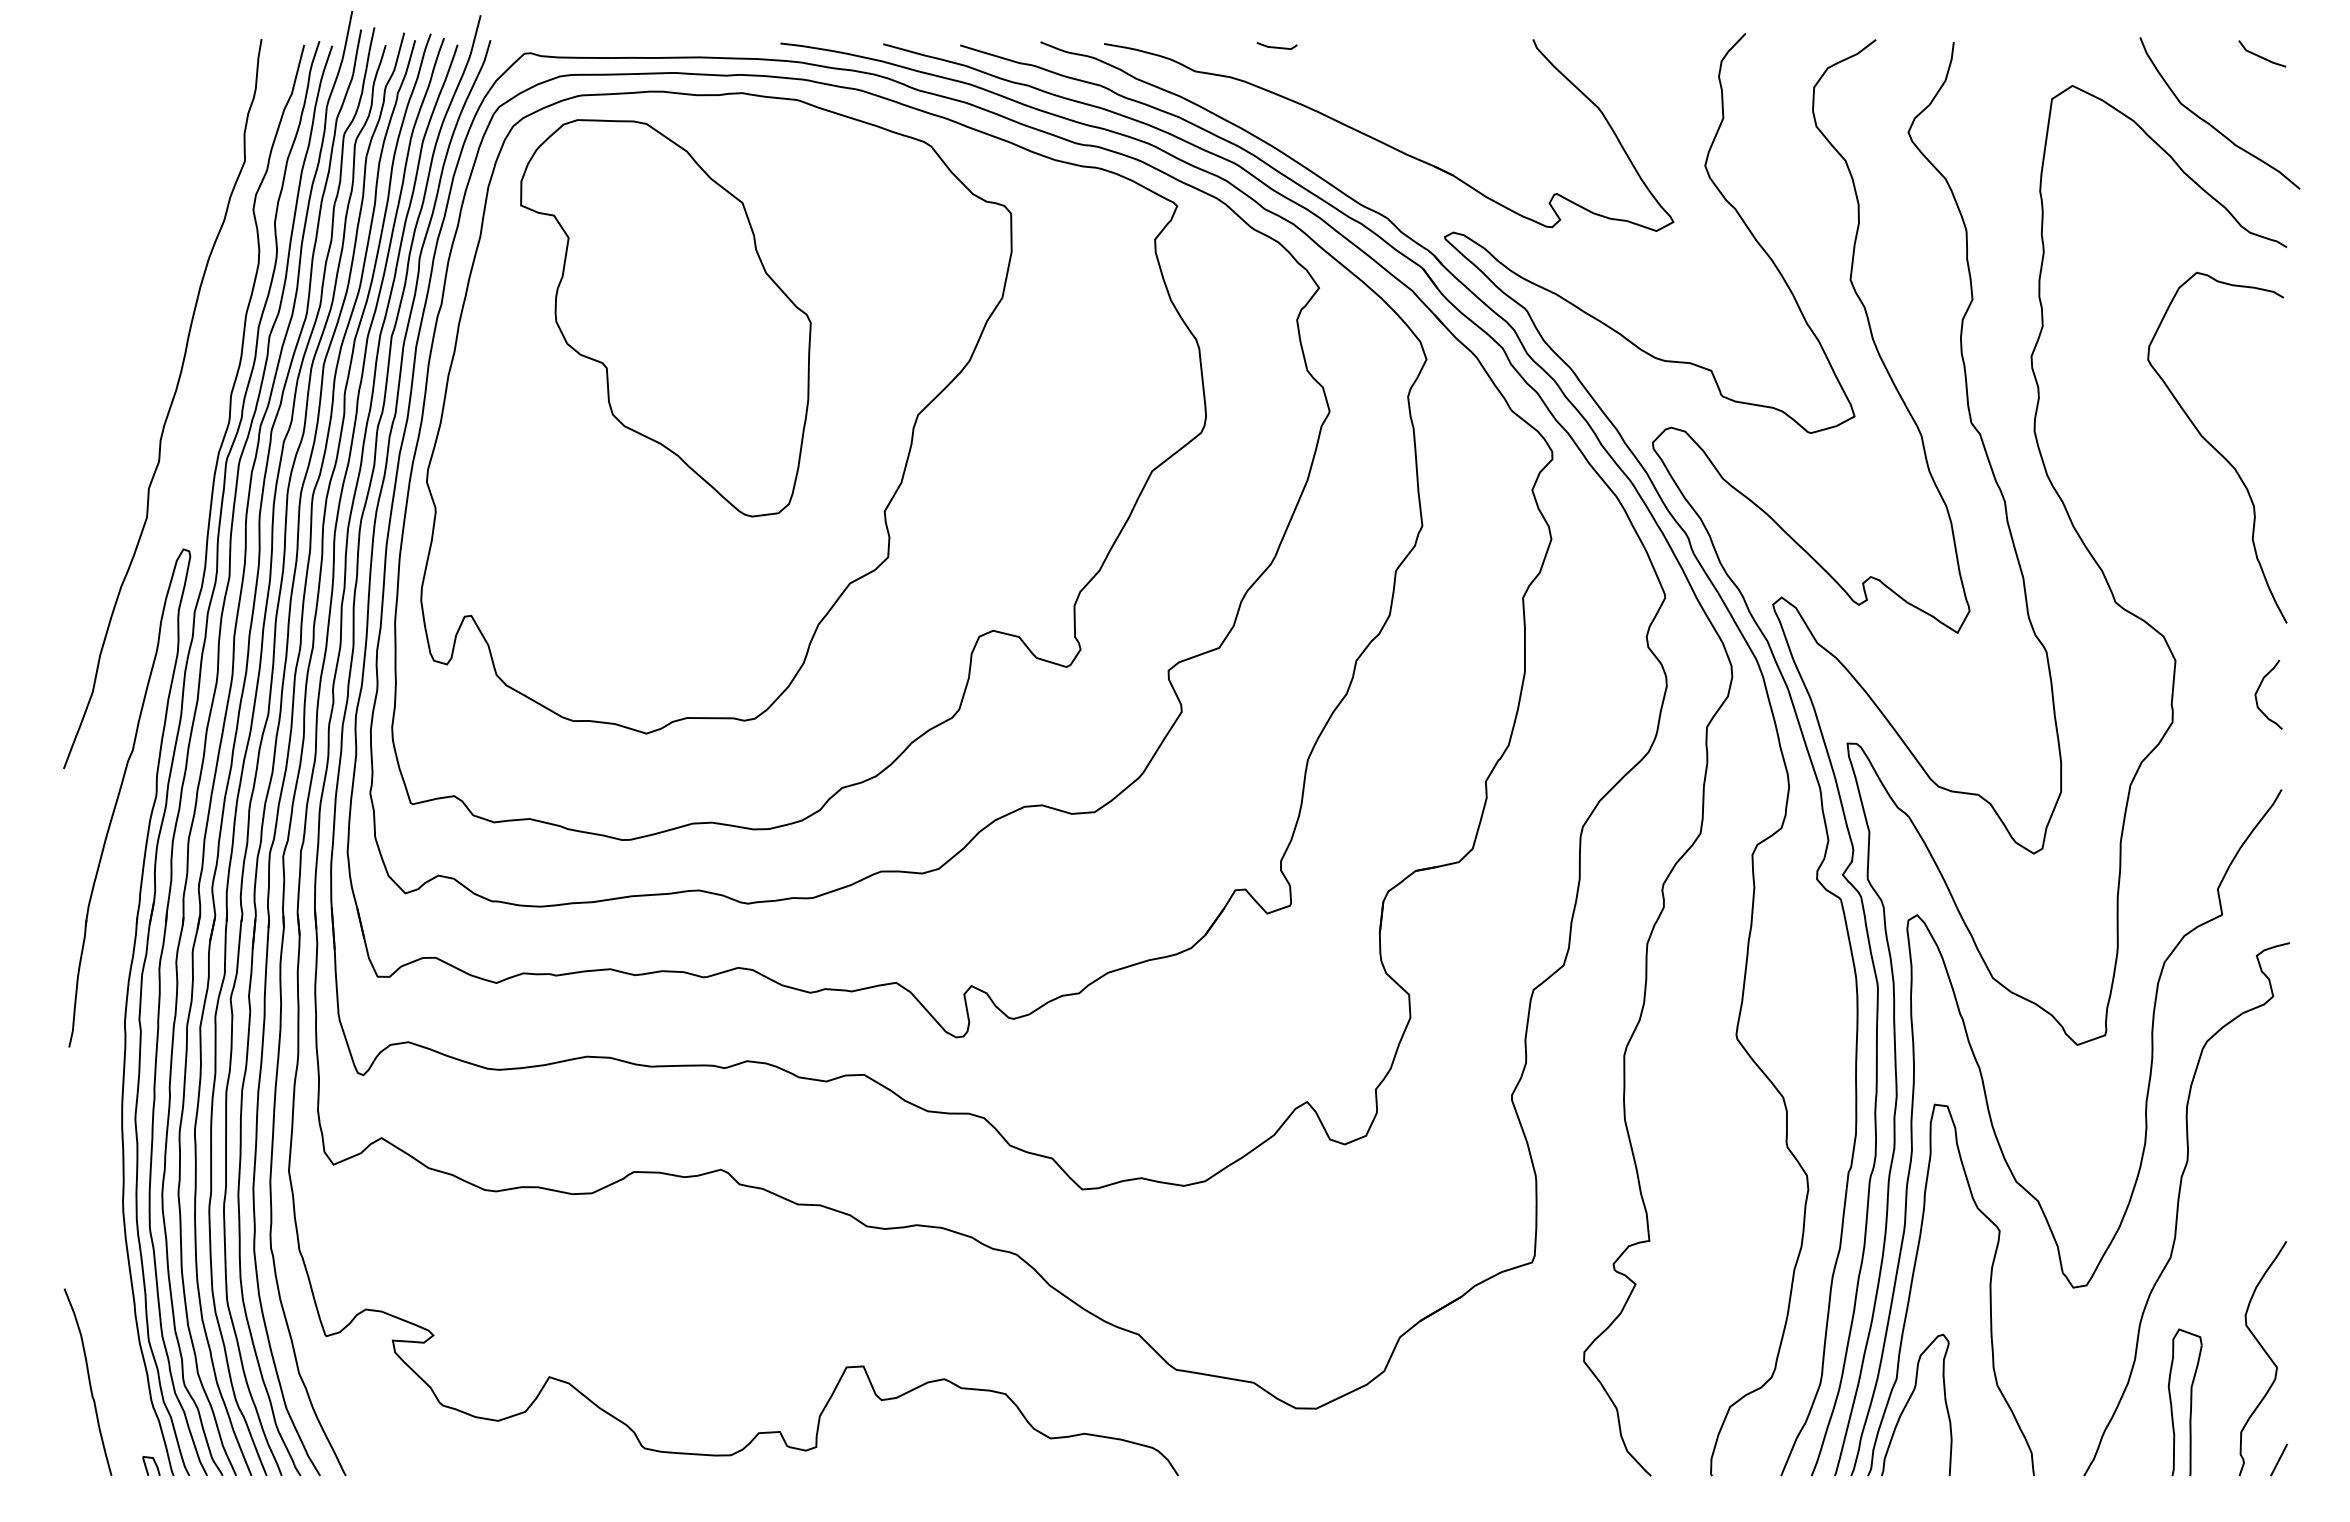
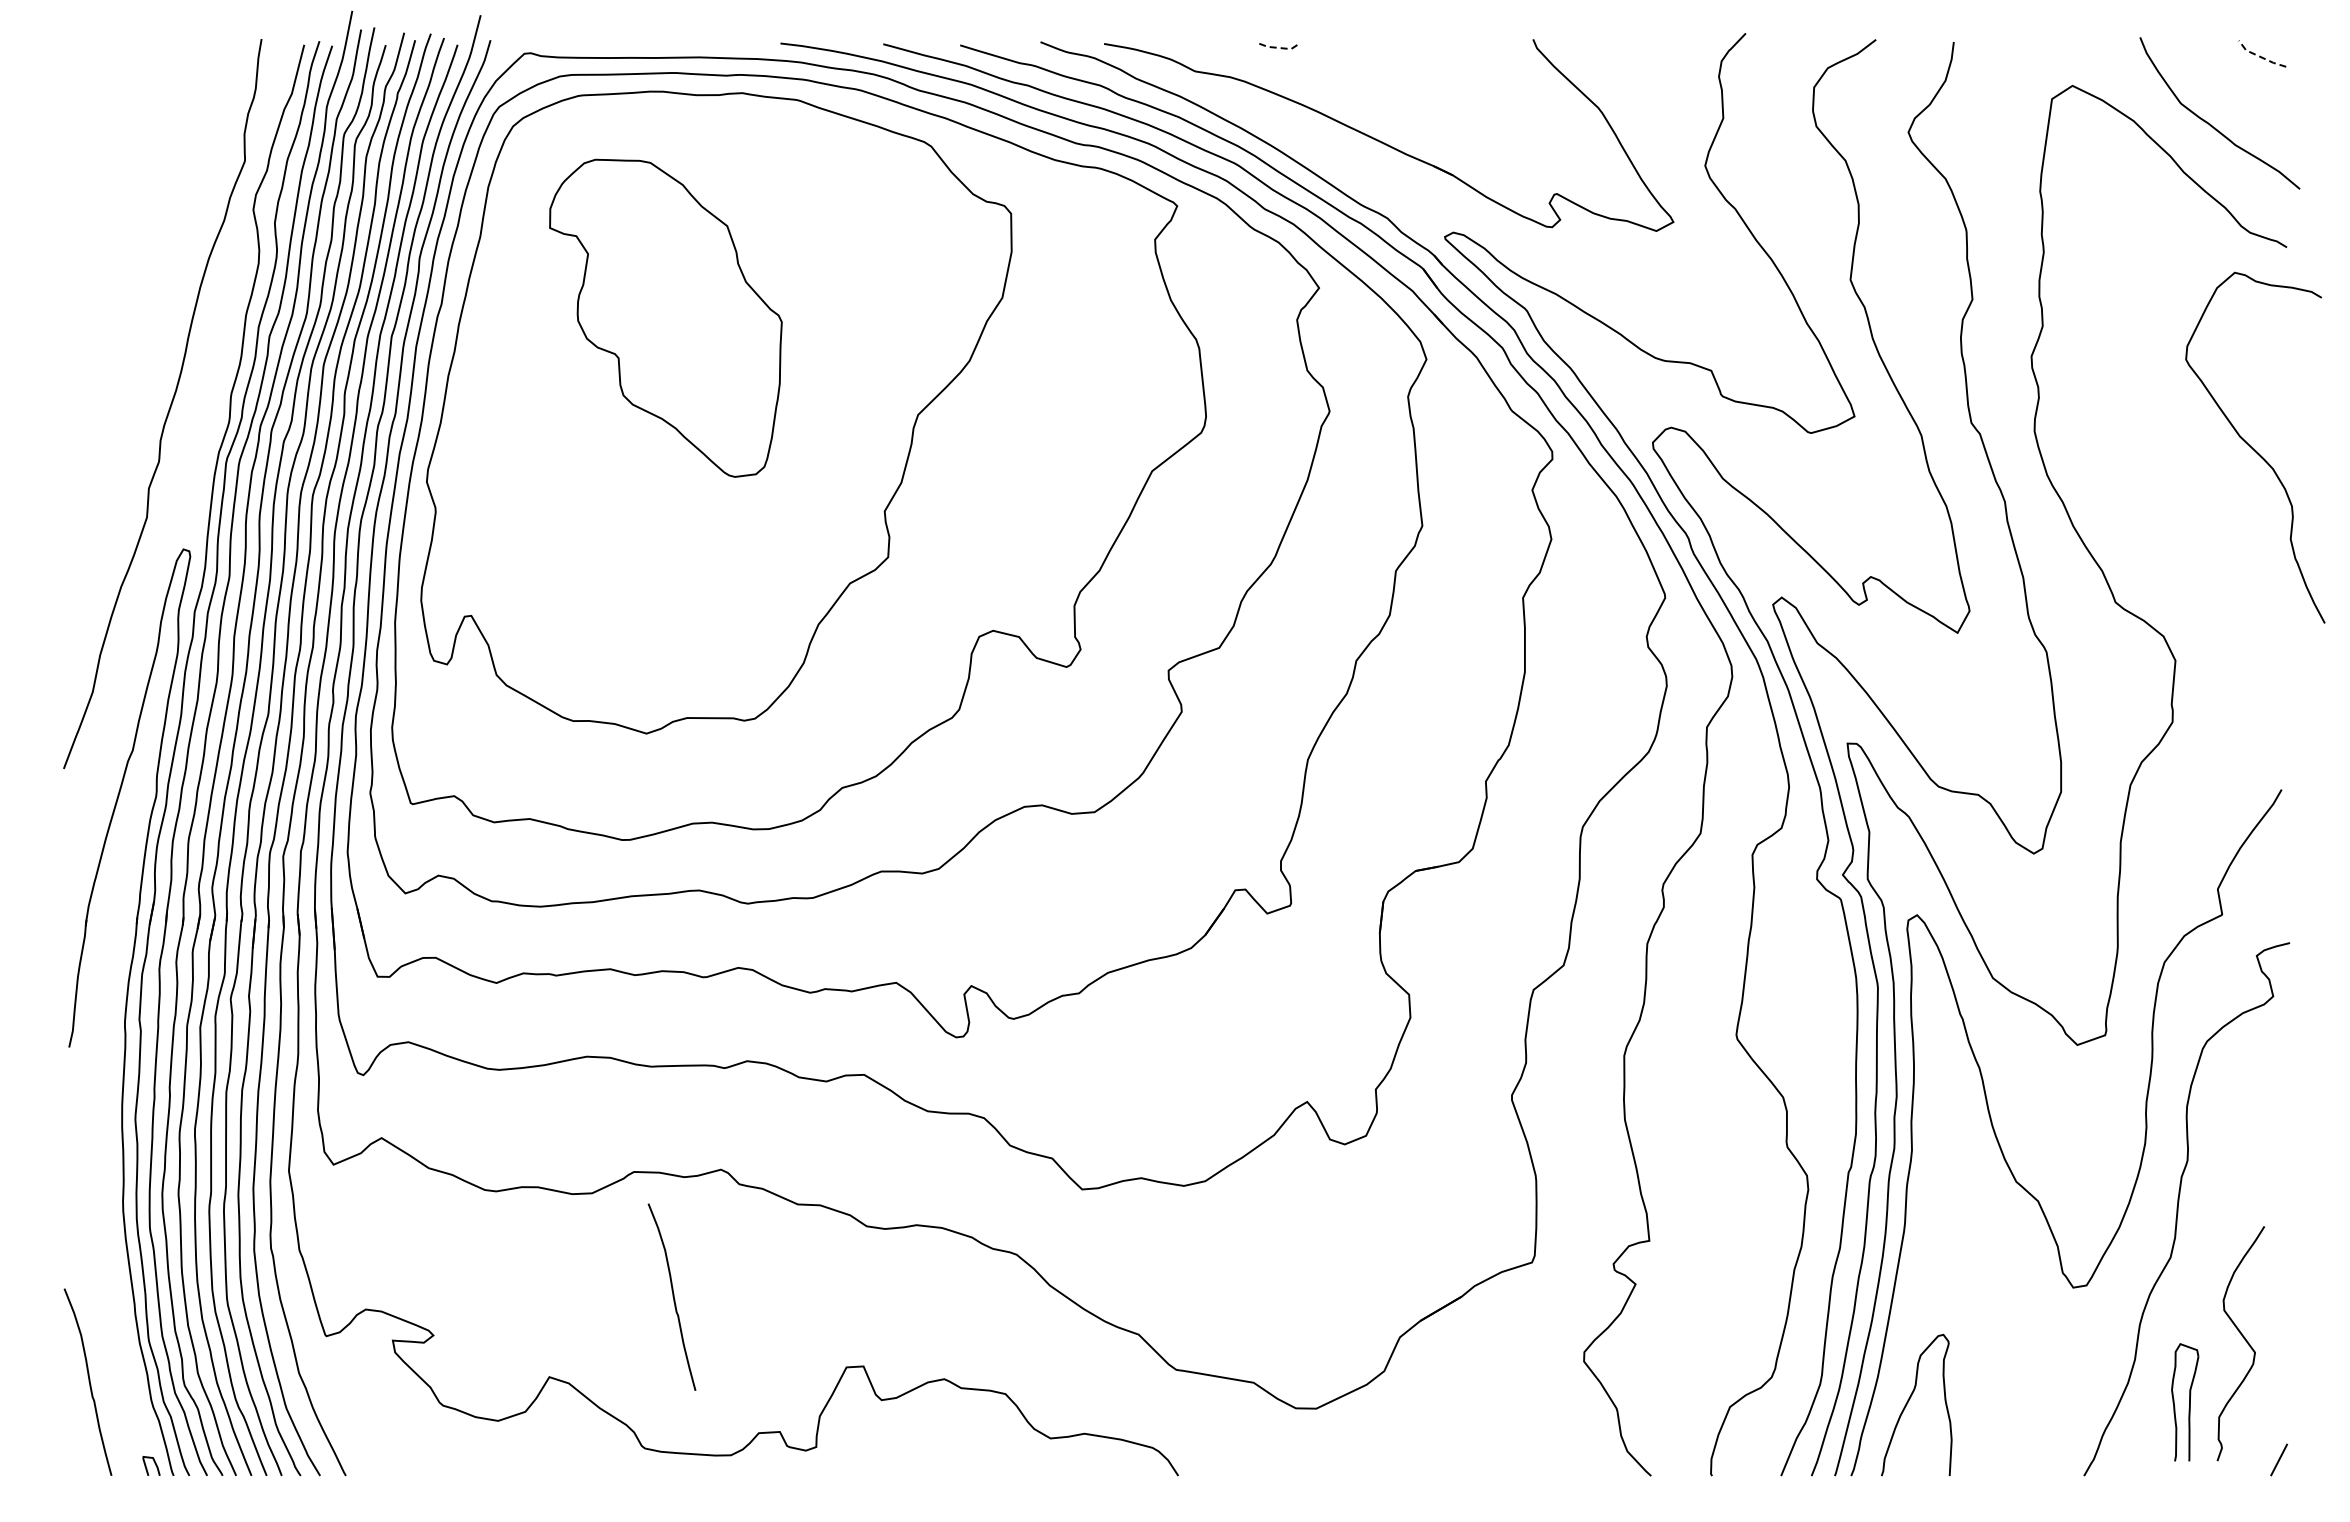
line at (1277, 47): solid -> dashed
line at (2259, 56): solid -> dashed
part at (665, 318) size: 292x399 px -> 234x320 px
curve at (2216, 448) position: (2216, 448) -> (2254, 448)
curve at (2258, 690): present -> none
curve at (1912, 1285): present -> none
curve at (672, 1296): none -> present
curve at (2267, 1356) position: (2267, 1356) -> (2245, 1341)
part at (2184, 1402) size: 36x149 px -> 29x119 px
